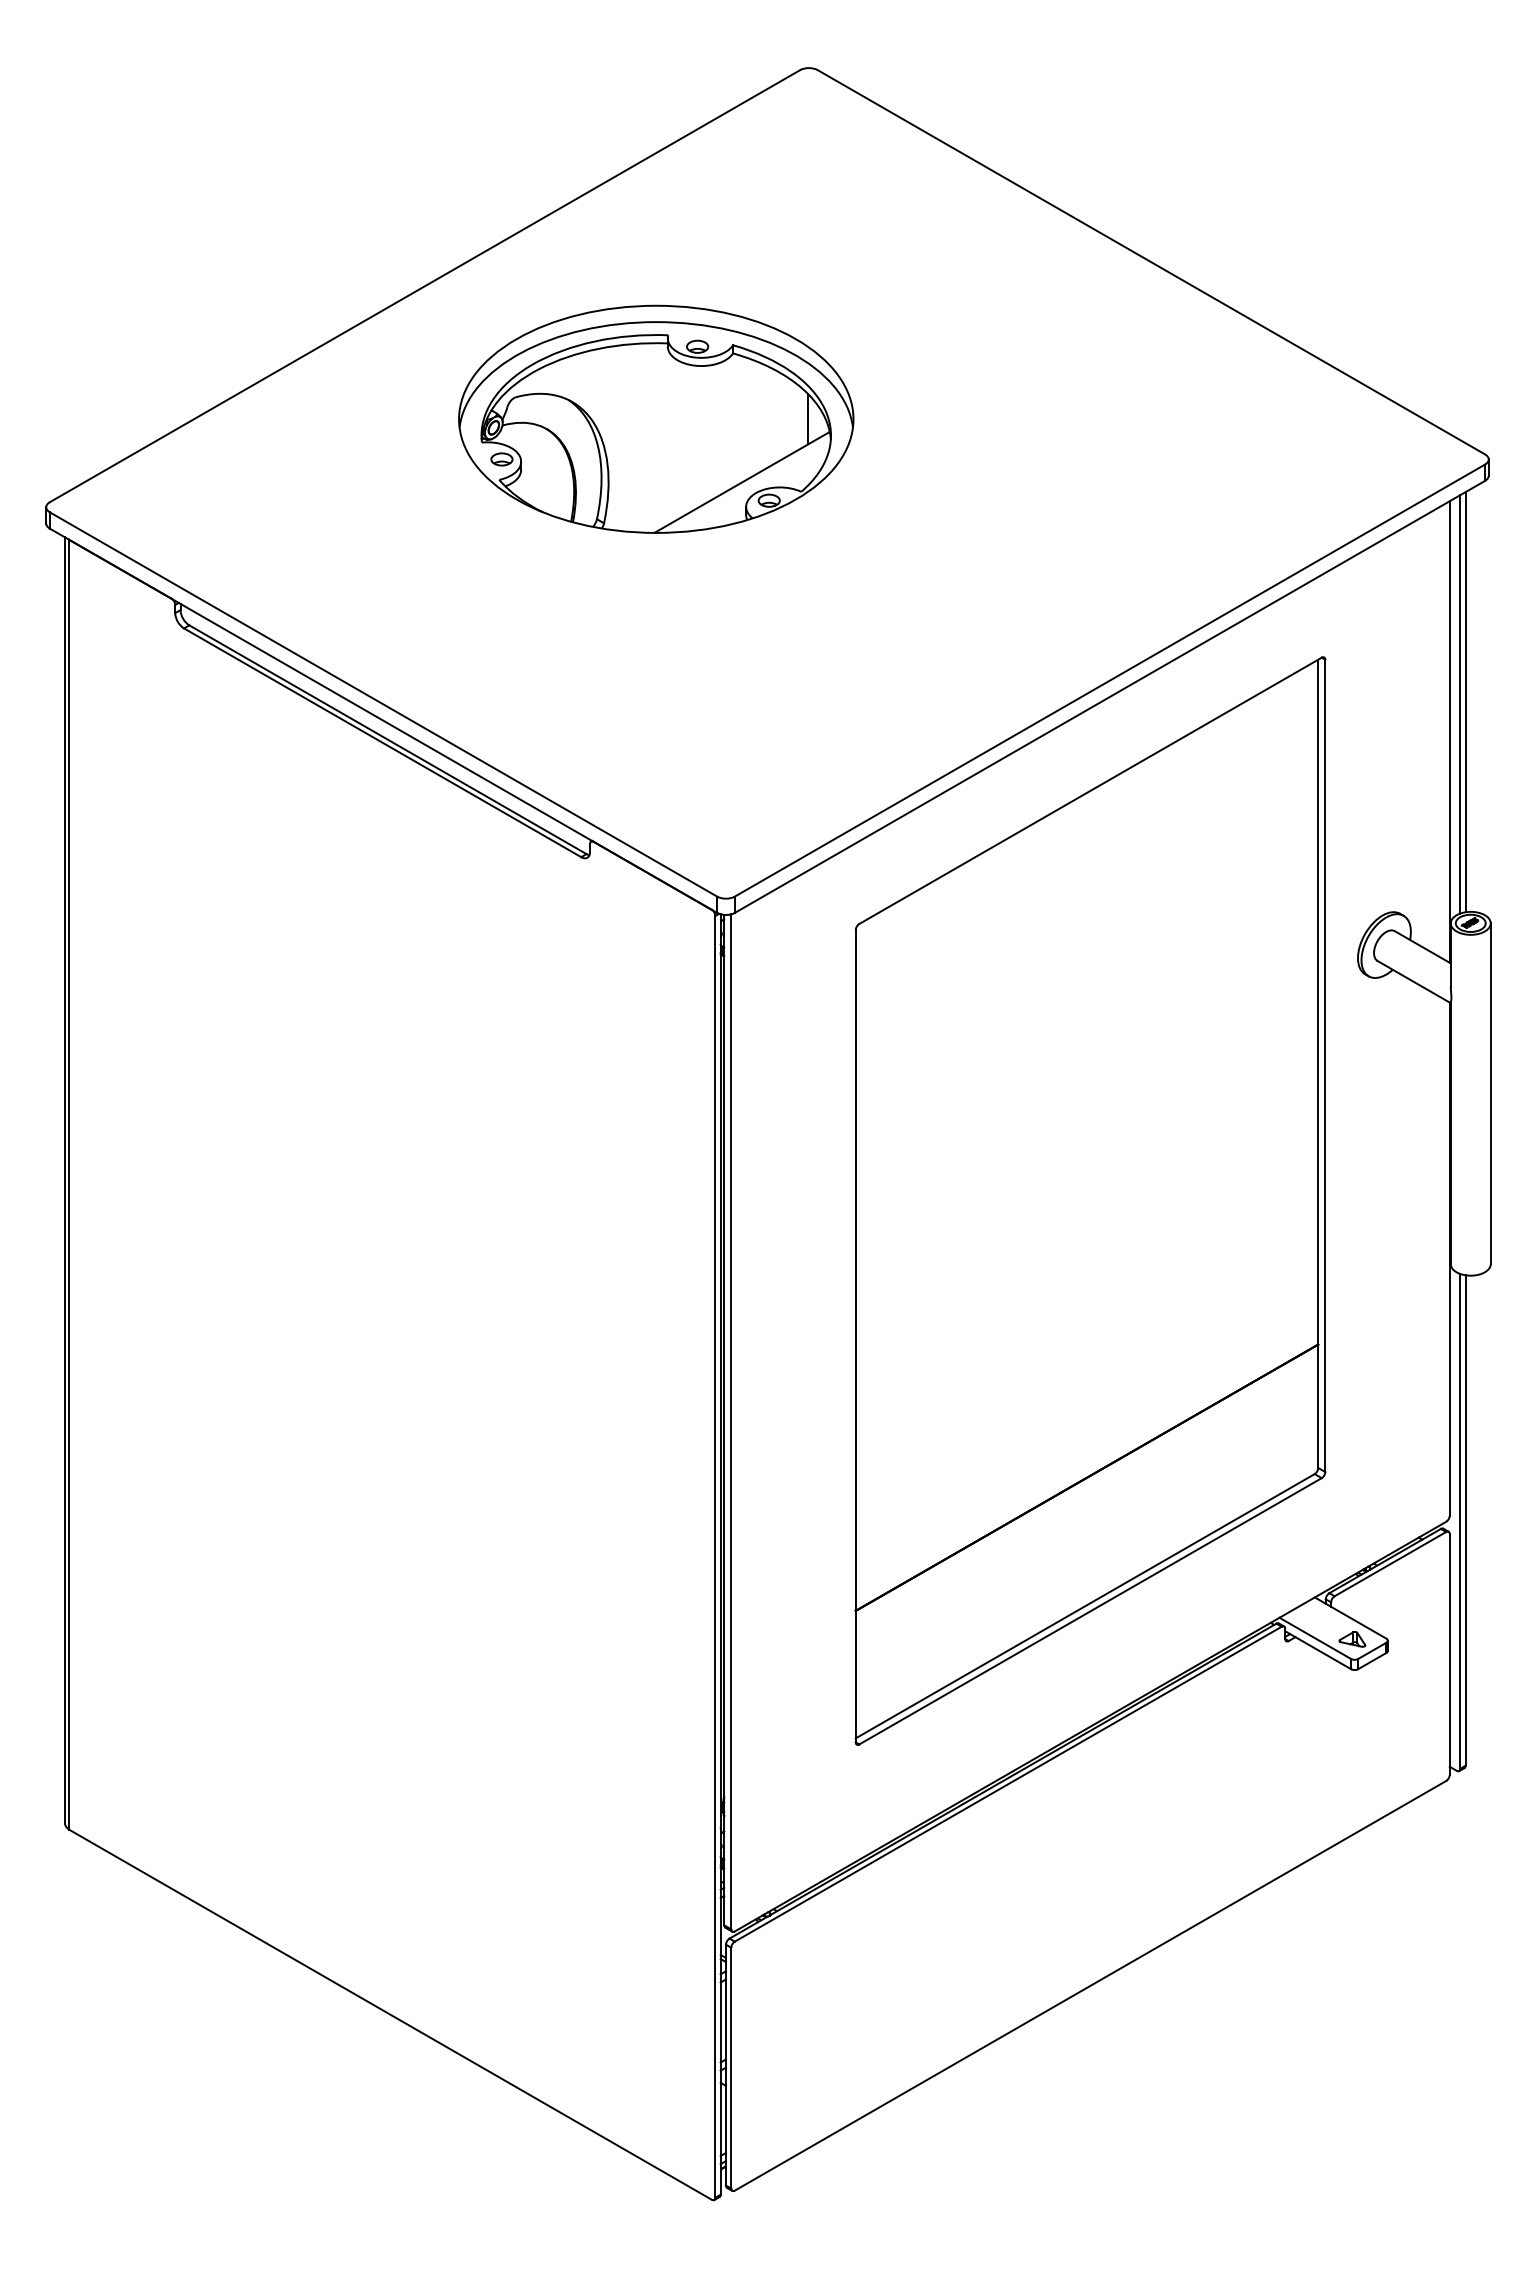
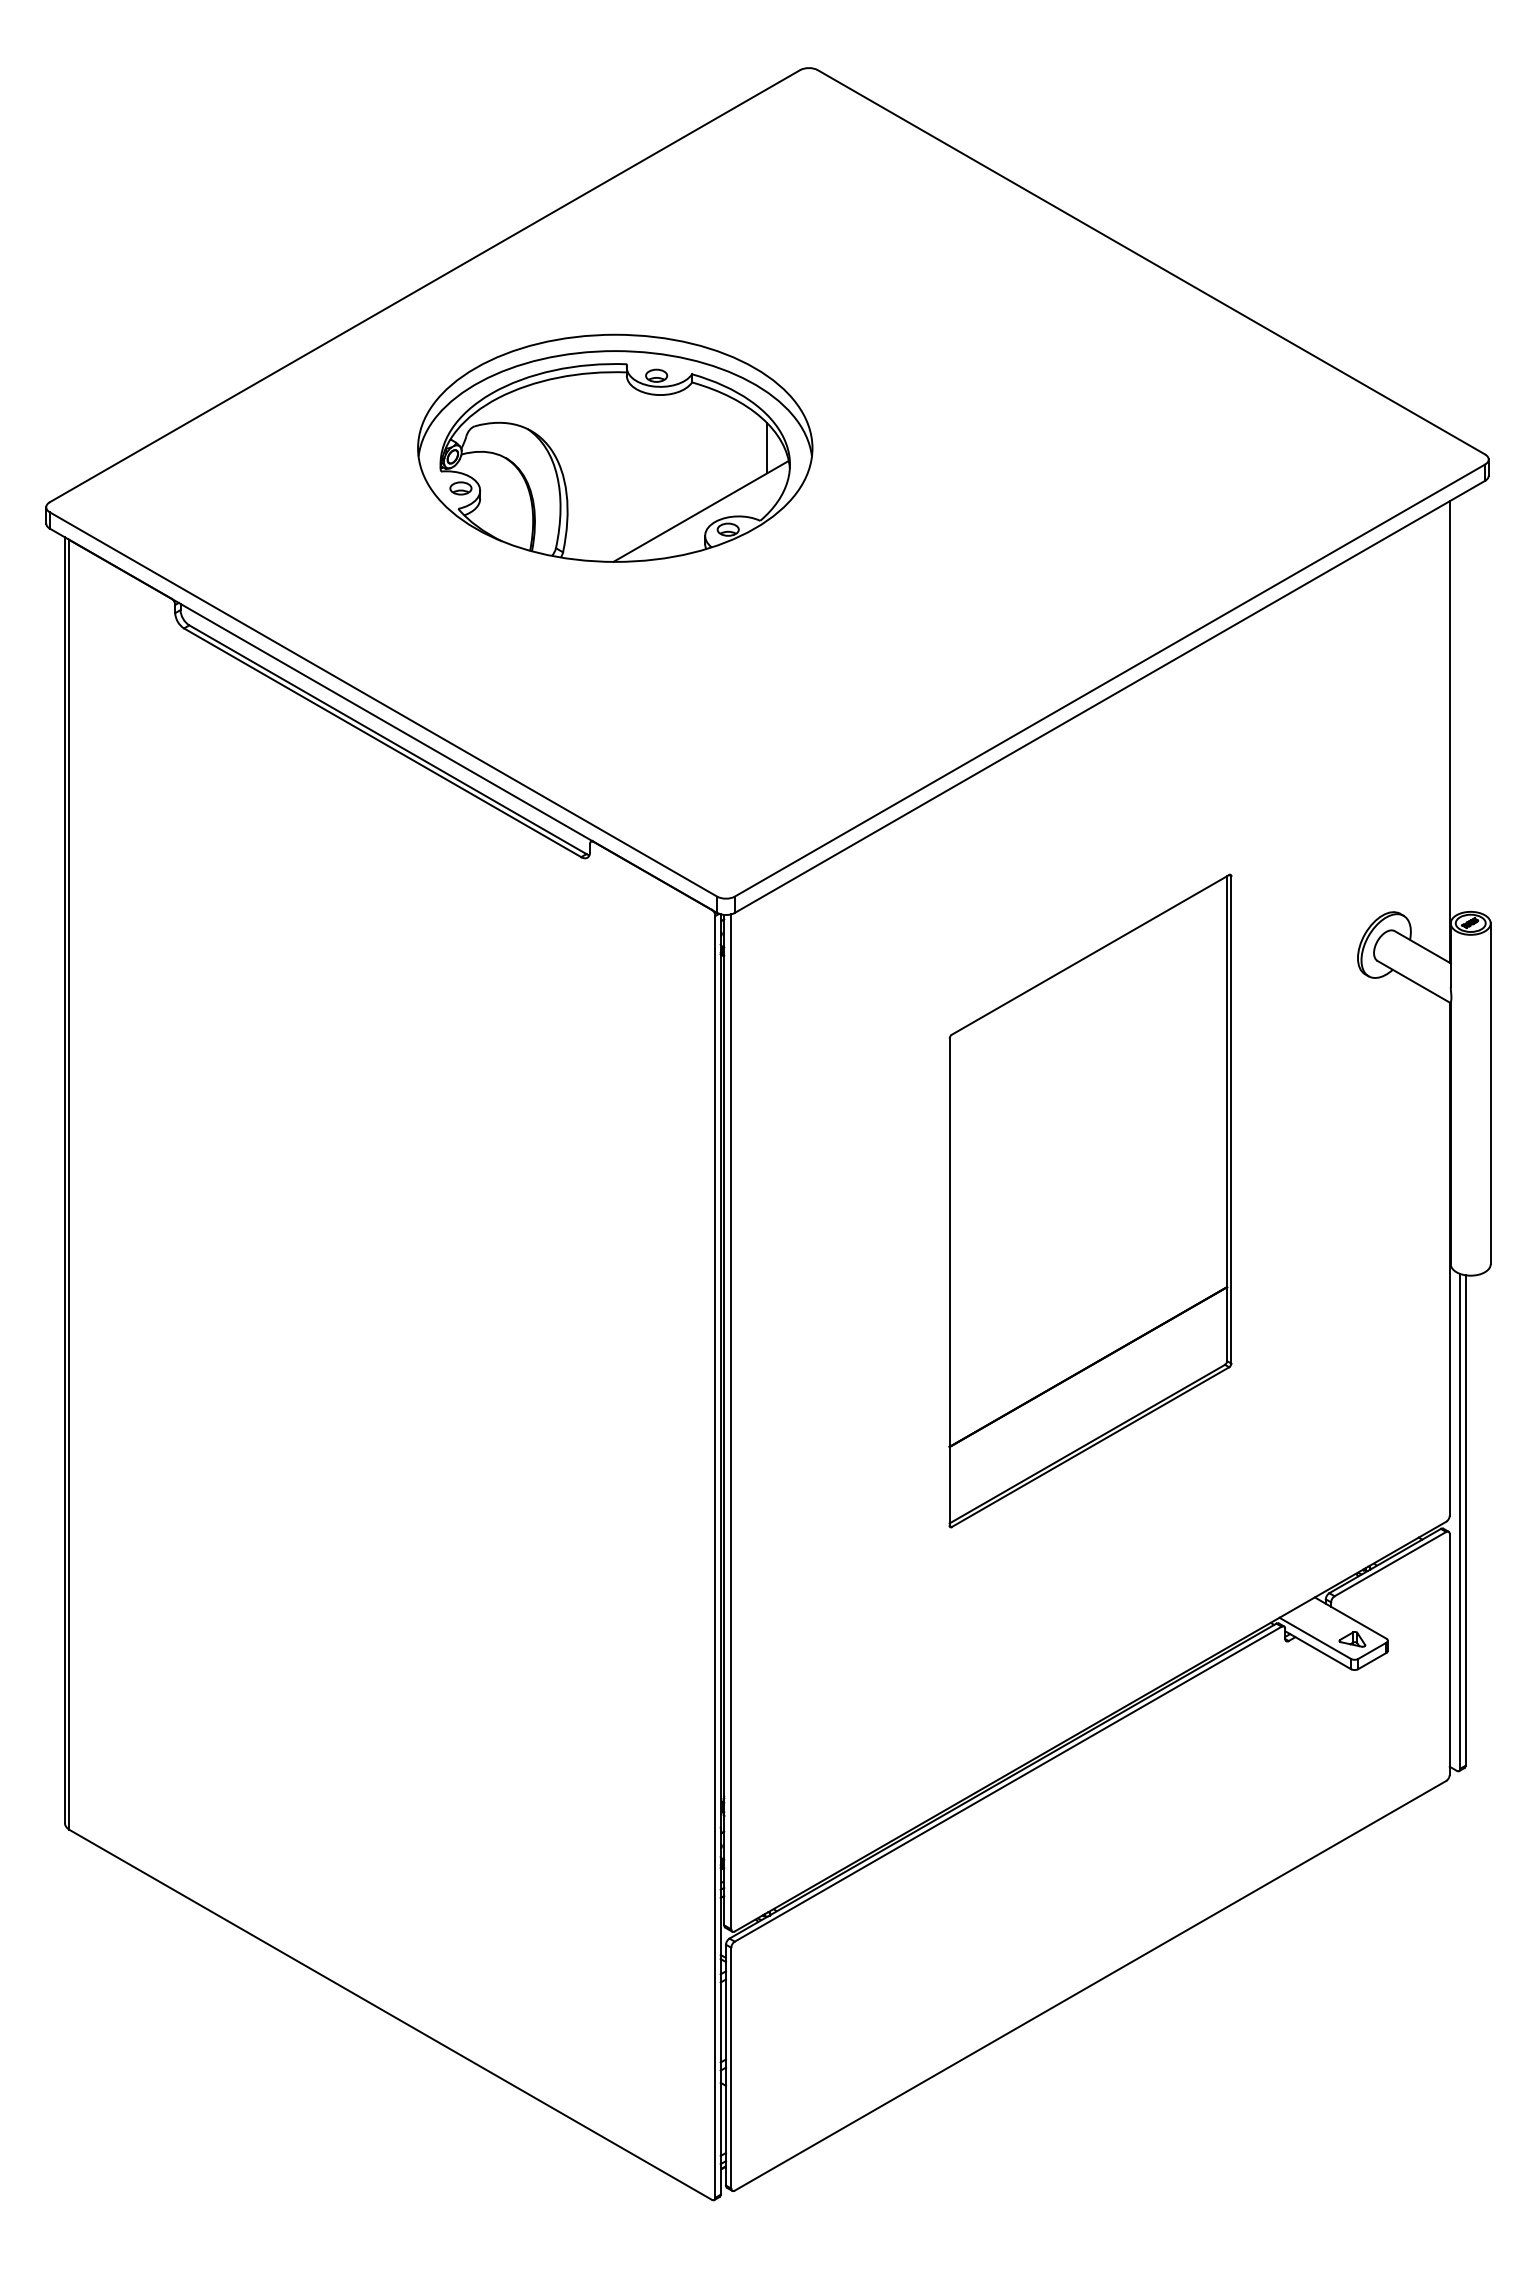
part at (656, 418) position: (656, 418) -> (615, 447)
line at (1465, 702): present -> none
line at (1460, 704): present -> none
part at (1090, 1200) size: 473x1090 px -> 285x656 px
